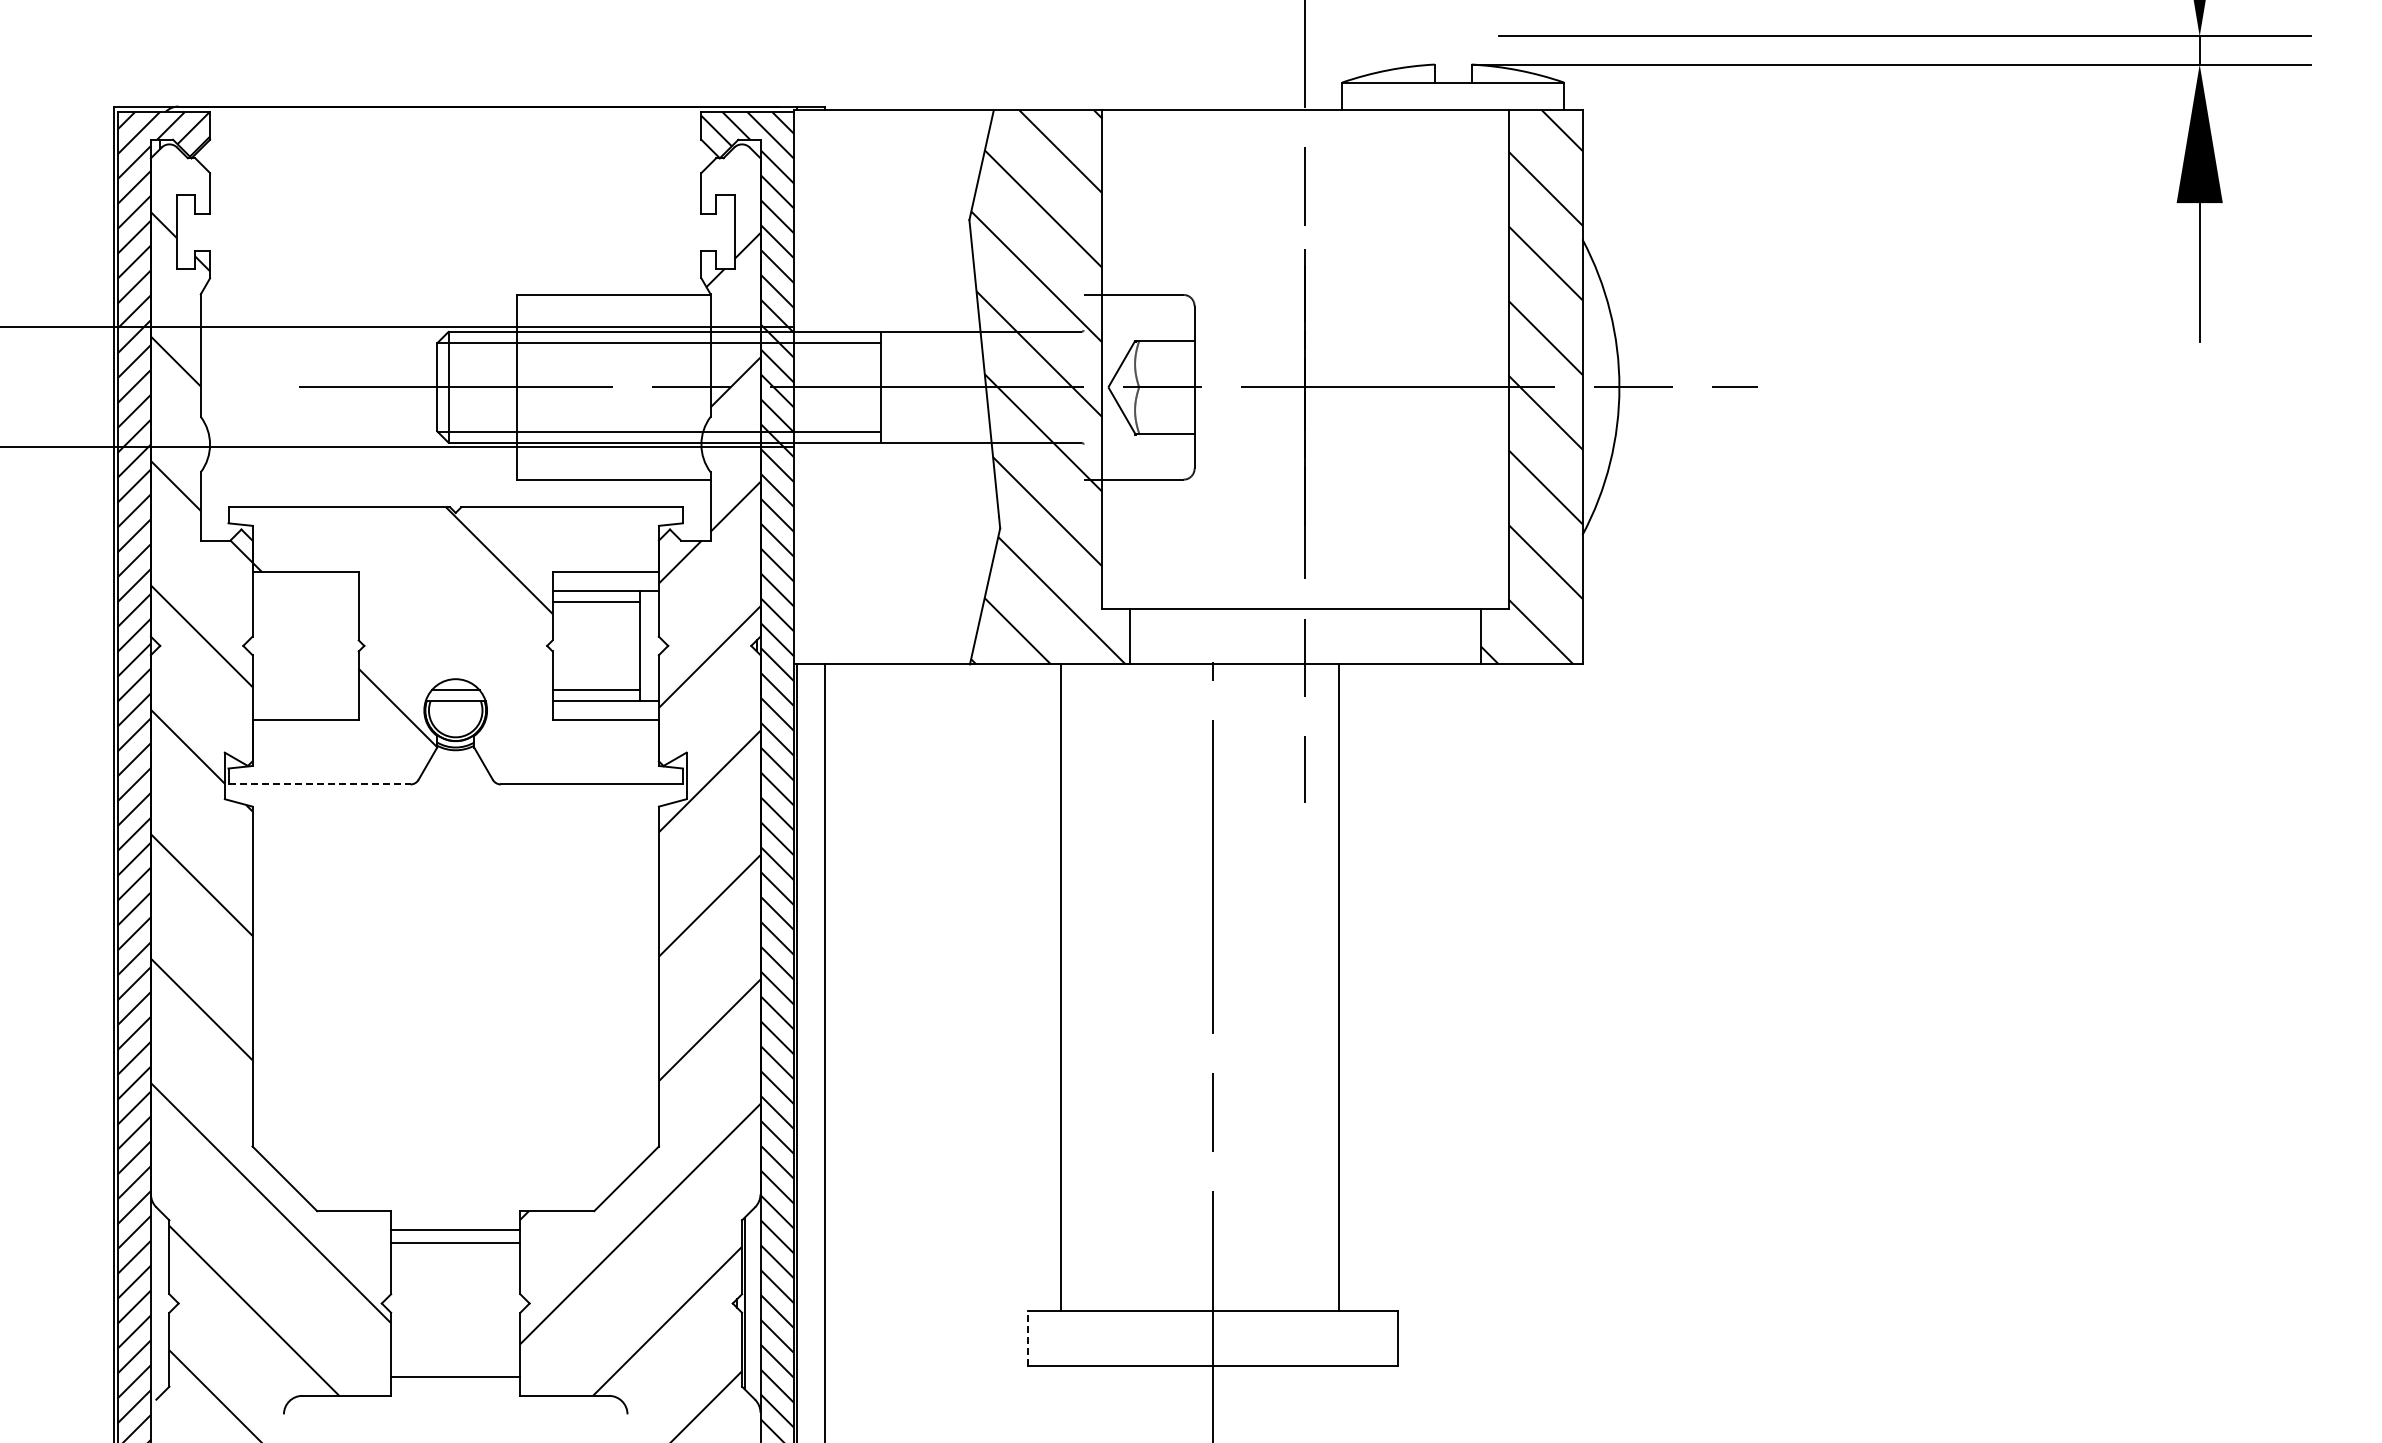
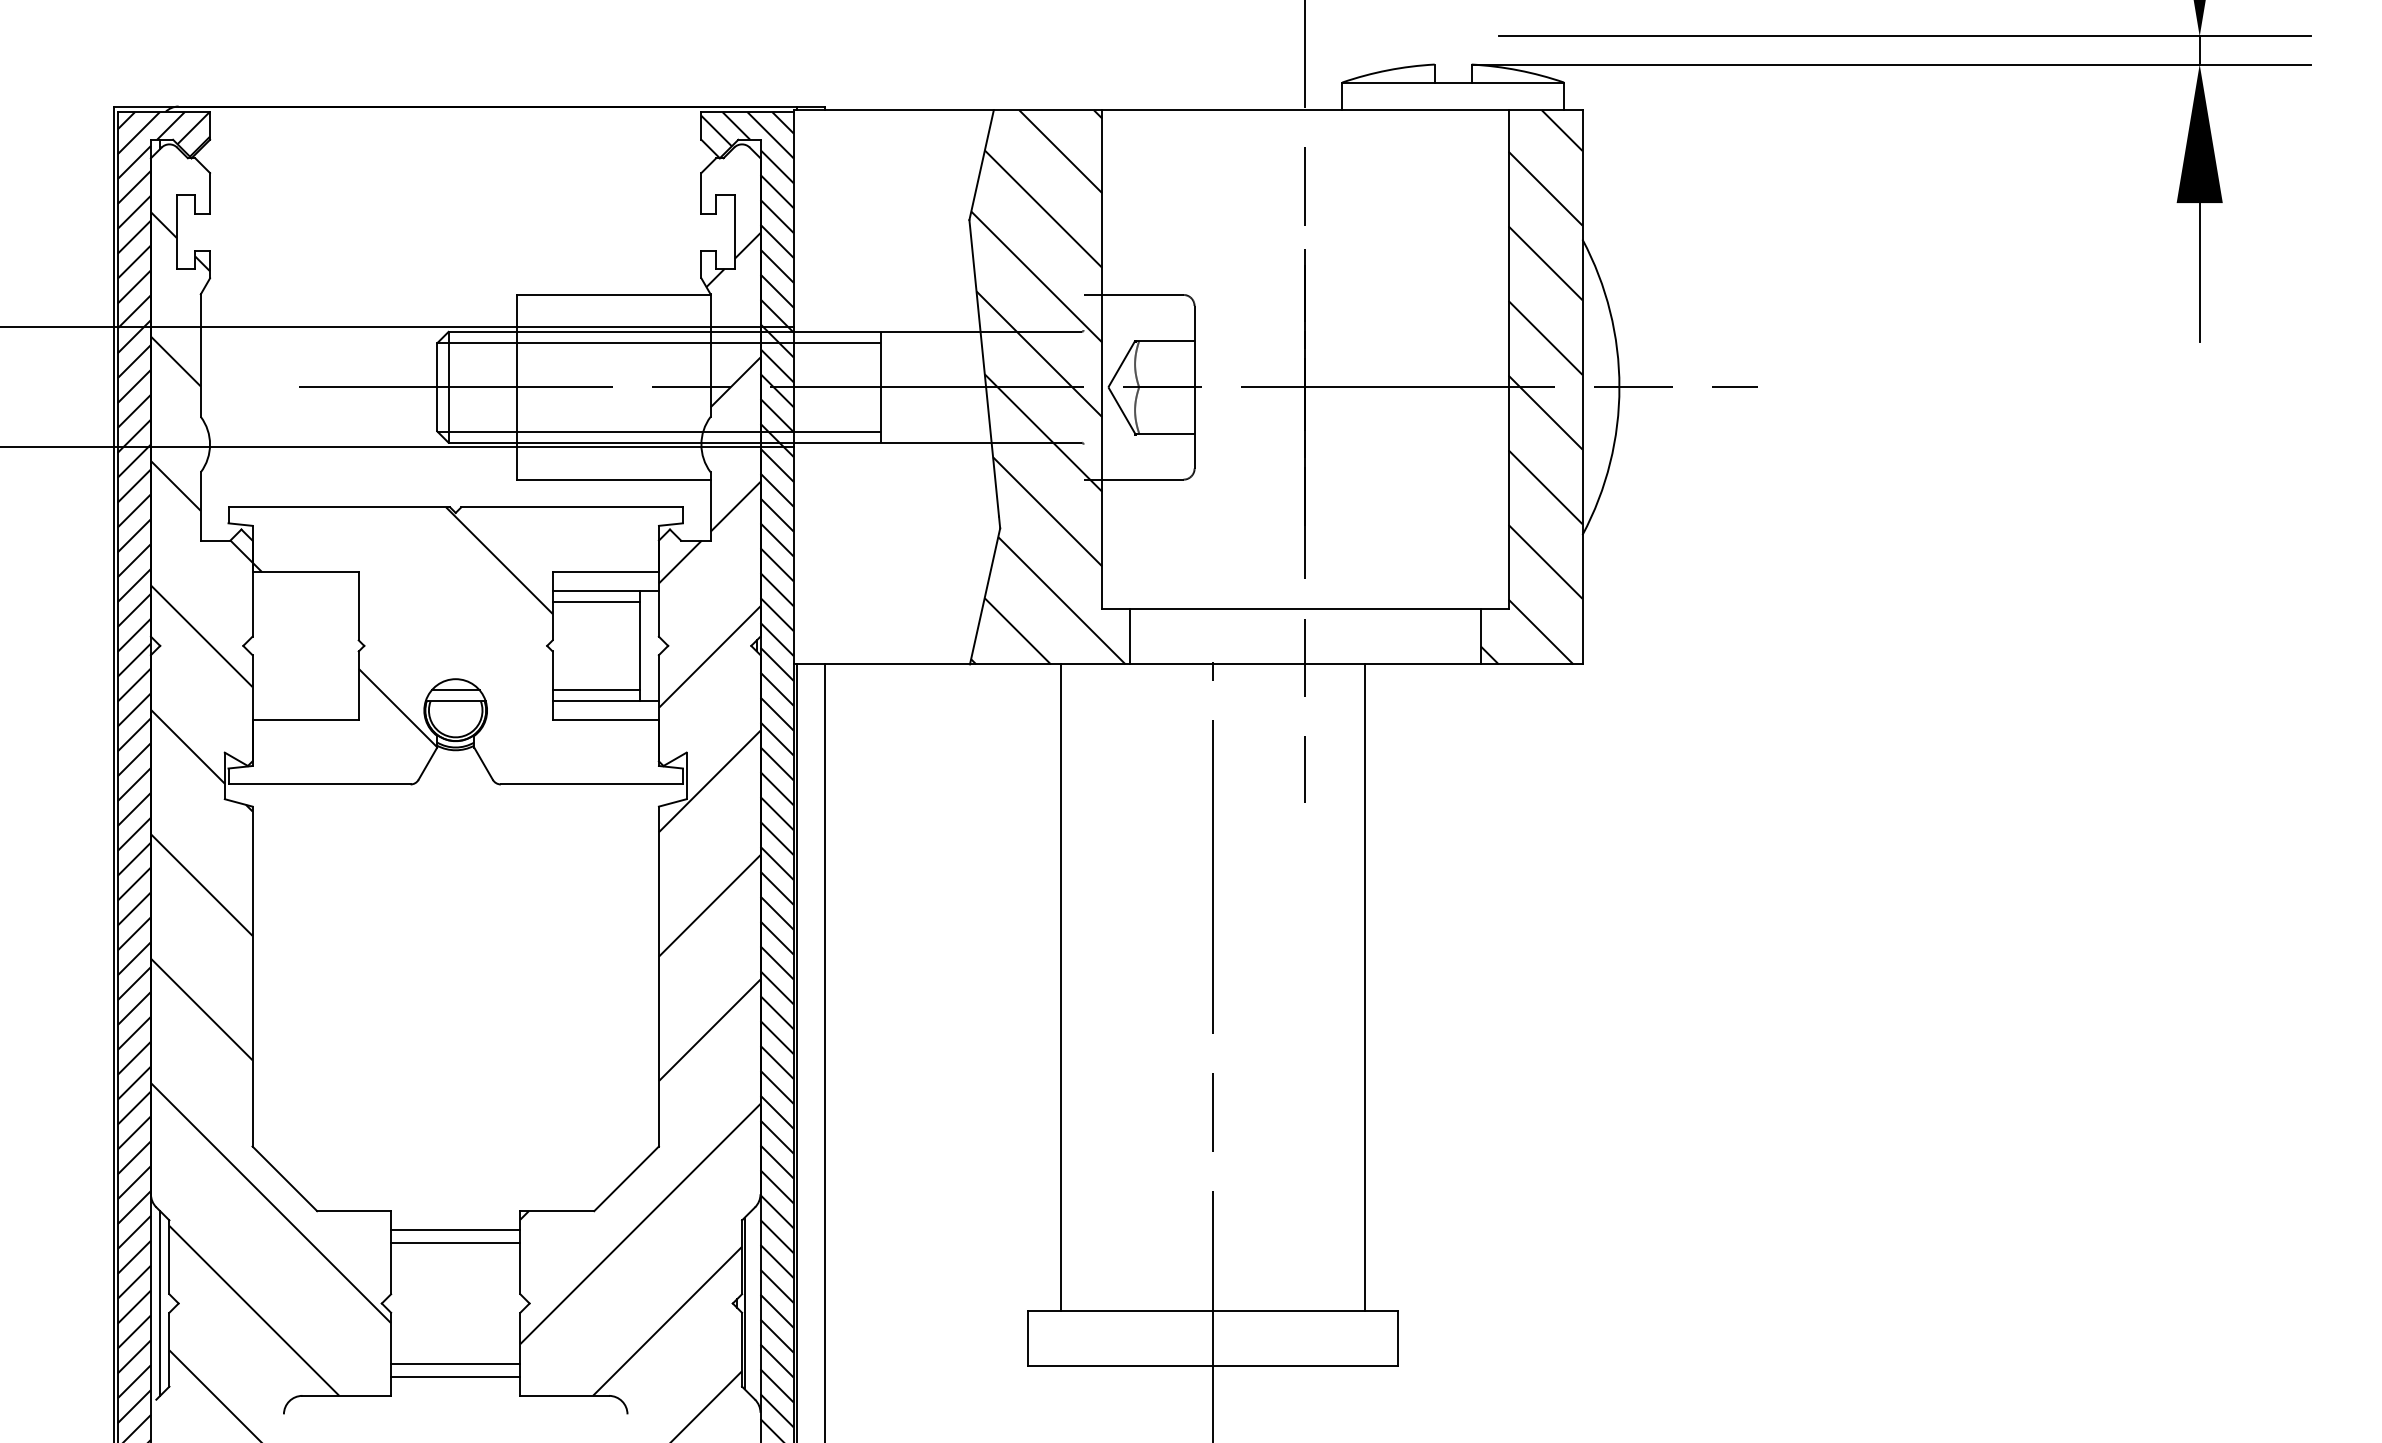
line at (320, 784): dashed -> solid
line at (1339, 987) position: (1339, 987) -> (1365, 987)
line at (160, 1303): none -> present
line at (1028, 1338): dashed -> solid
line at (455, 1363): none -> present
